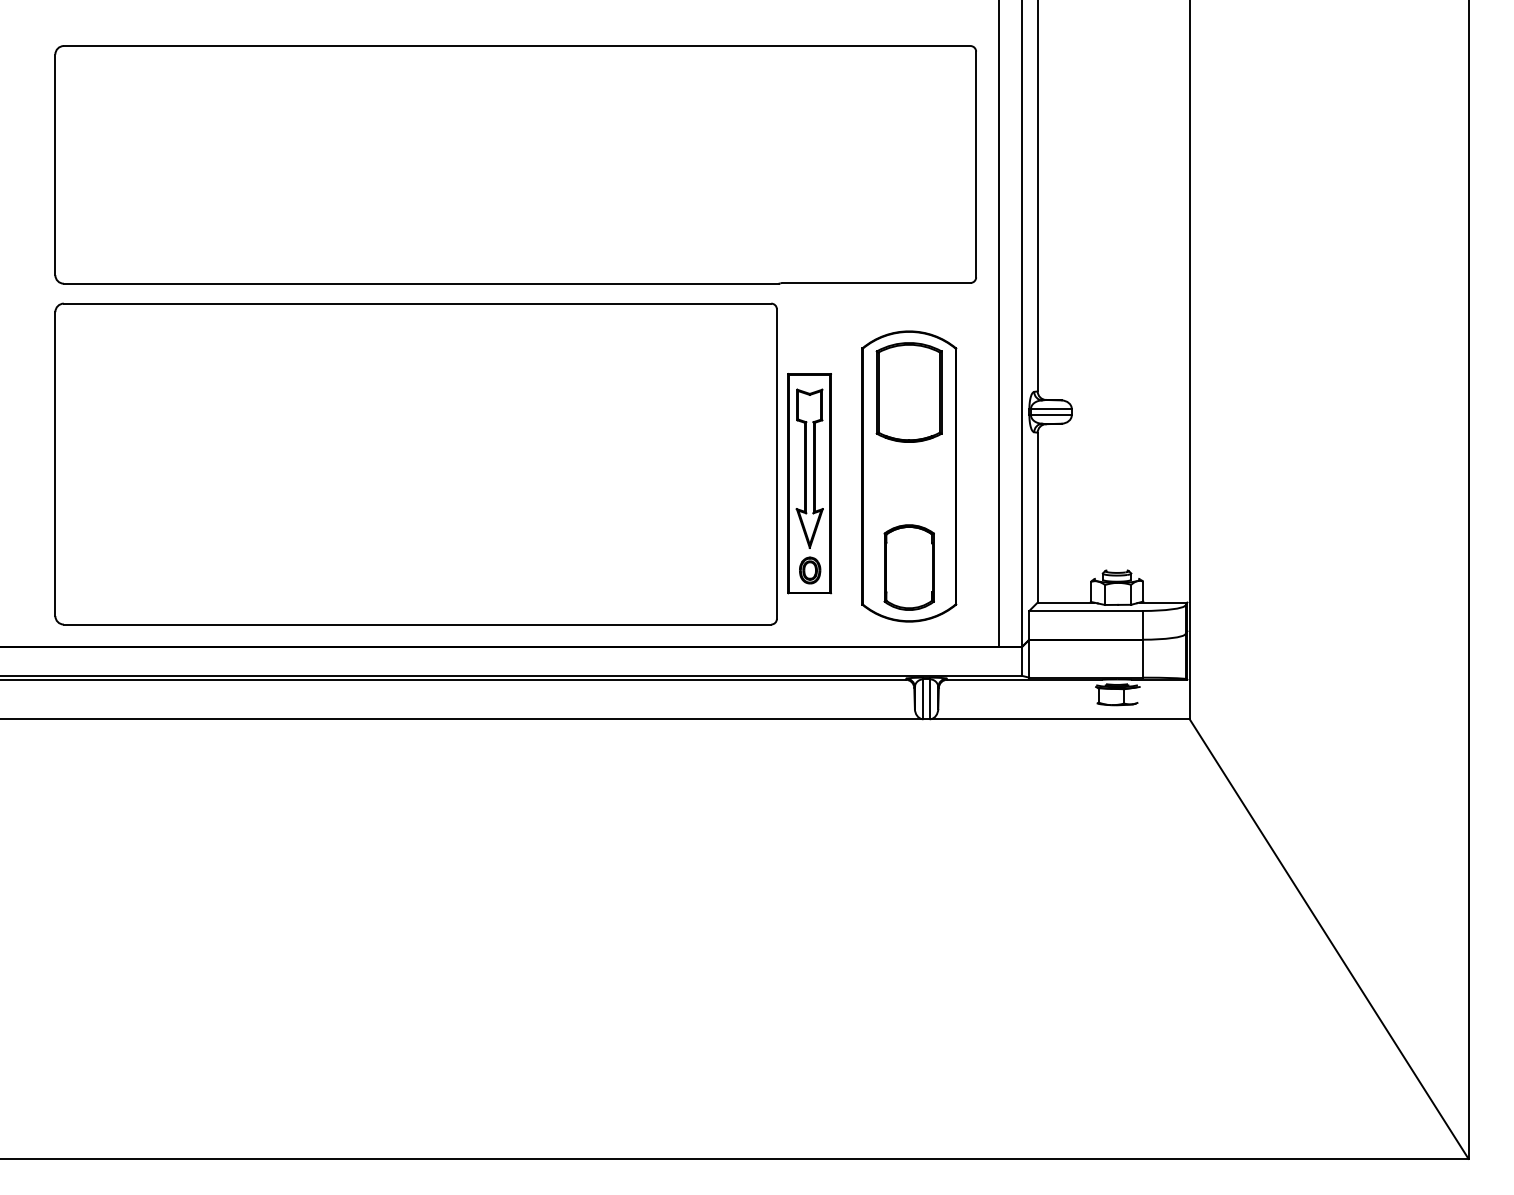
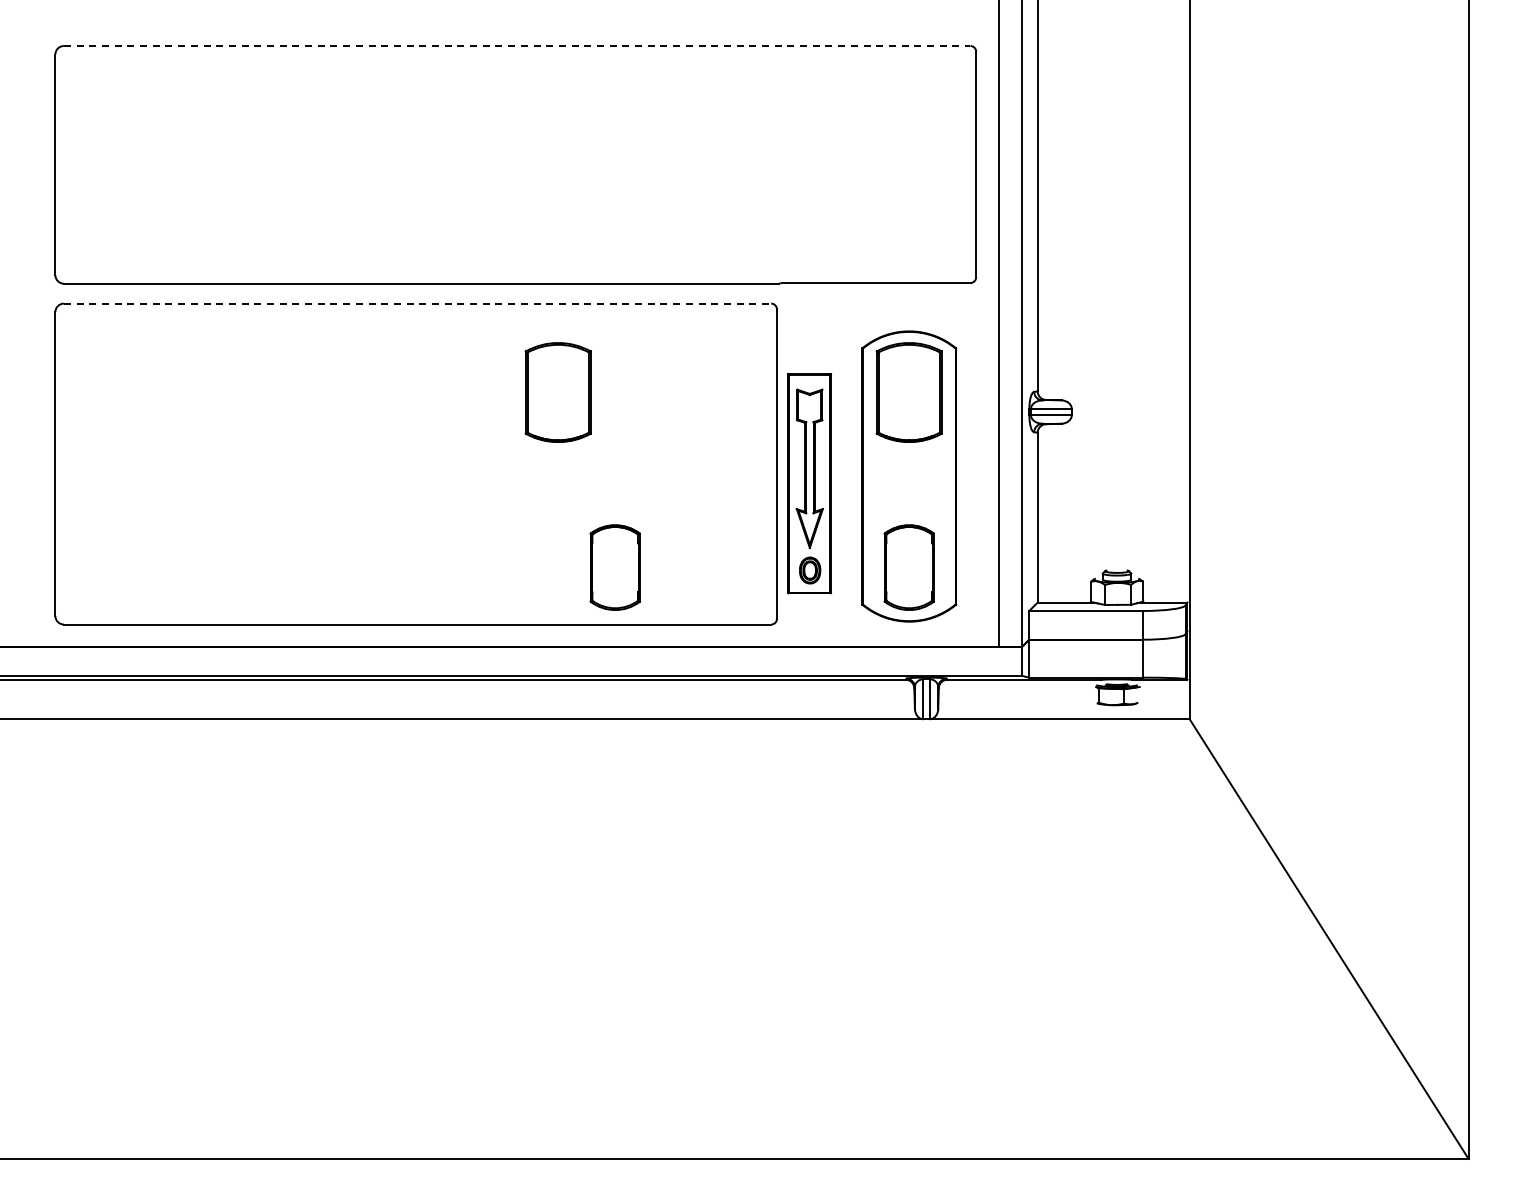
line at (517, 46): solid -> dashed
line at (417, 303): solid -> dashed
part at (557, 392): none -> present
part at (614, 567): none -> present
